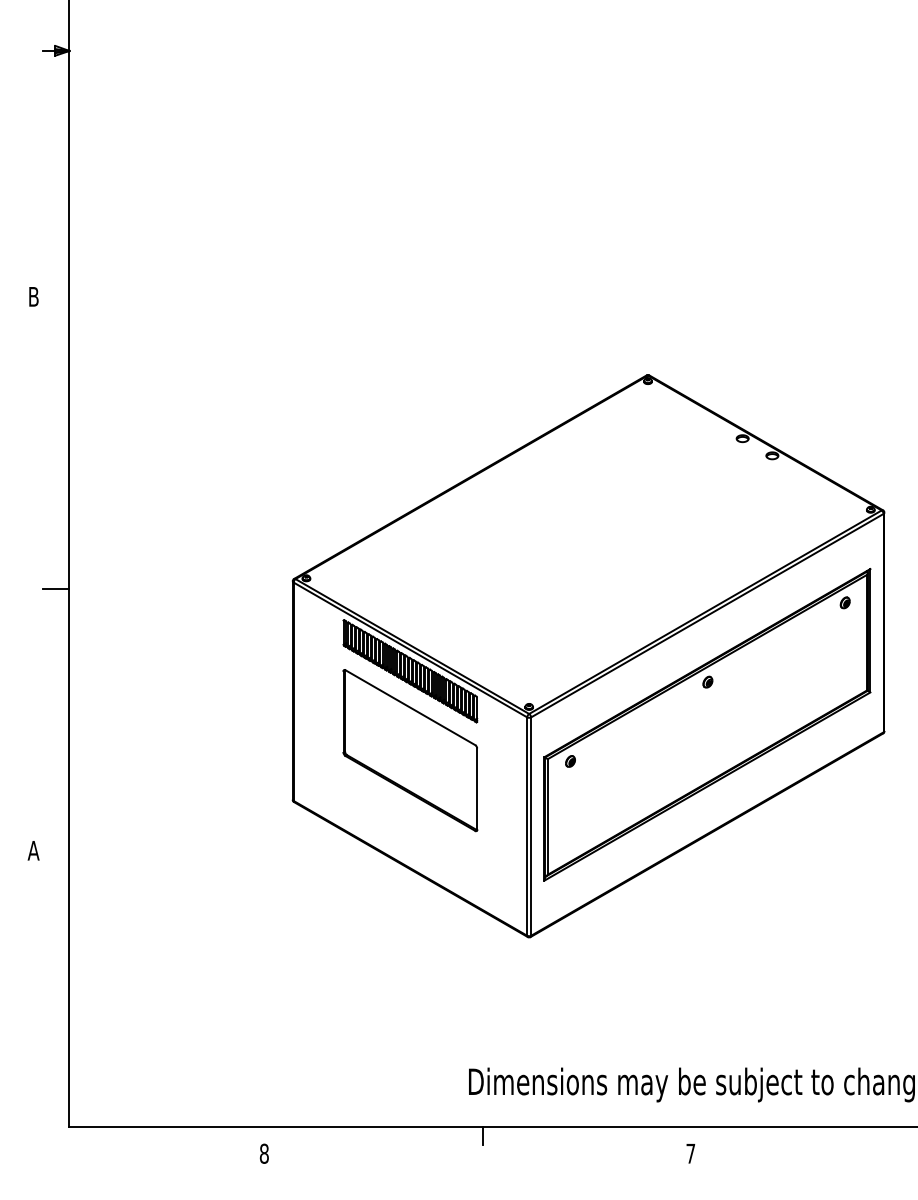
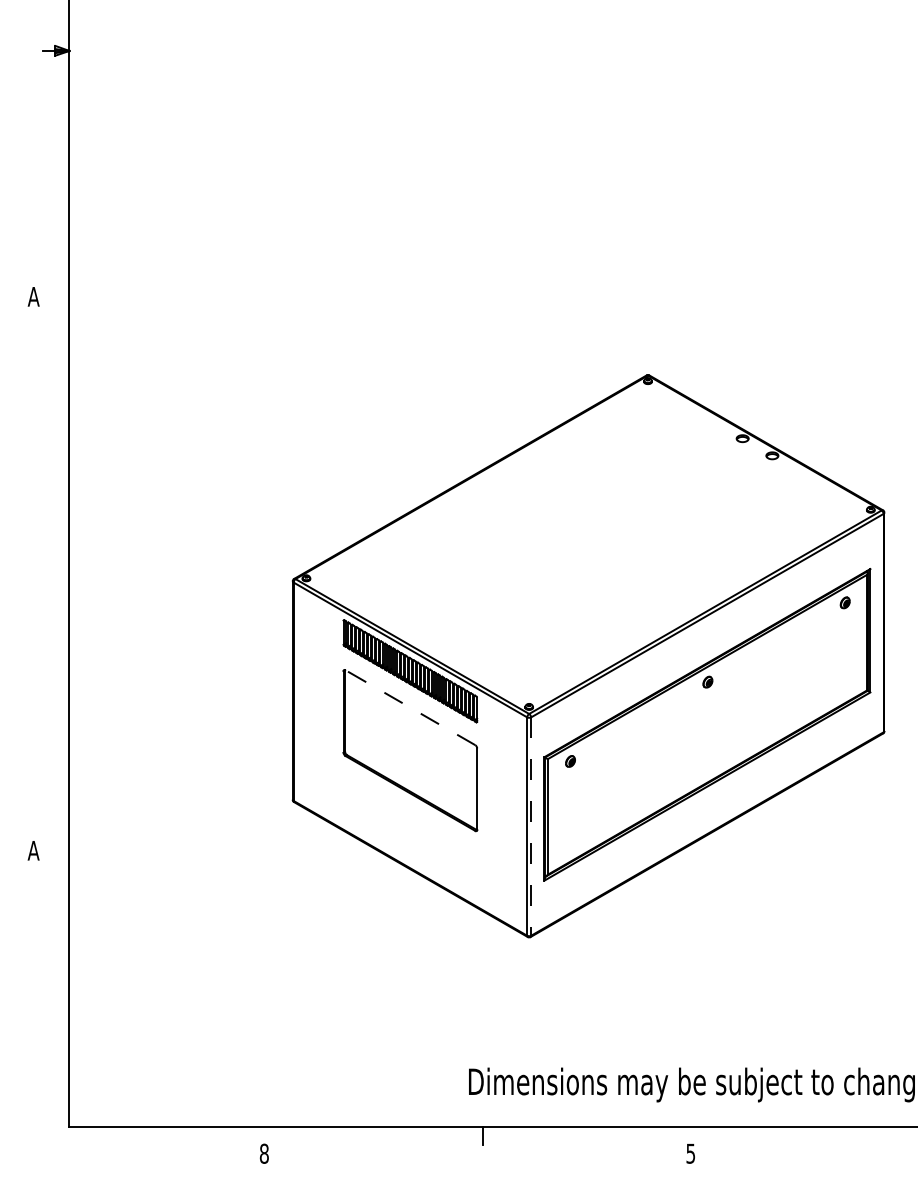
text at (33, 296): B -> A
line at (56, 589): present -> none
line at (409, 707): solid -> dashed
line at (531, 827): solid -> dashed
text at (690, 1153): 7 -> 5
